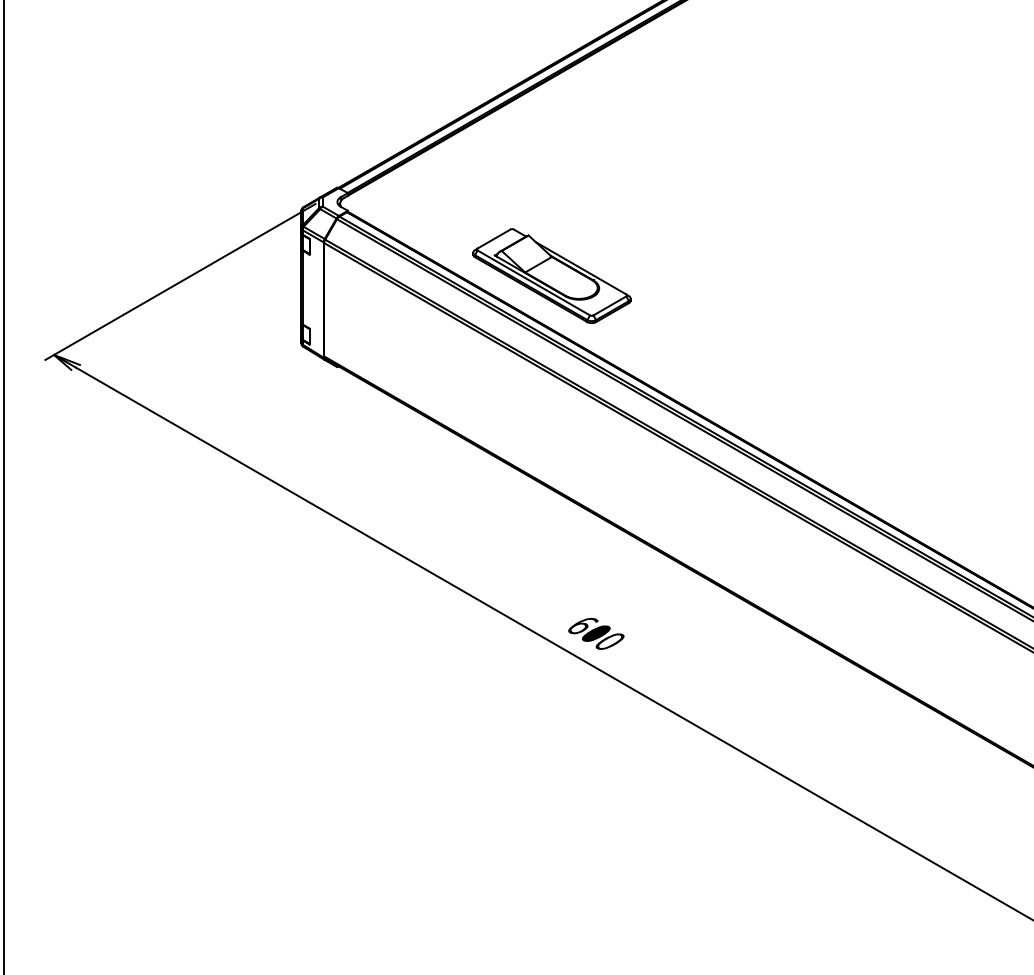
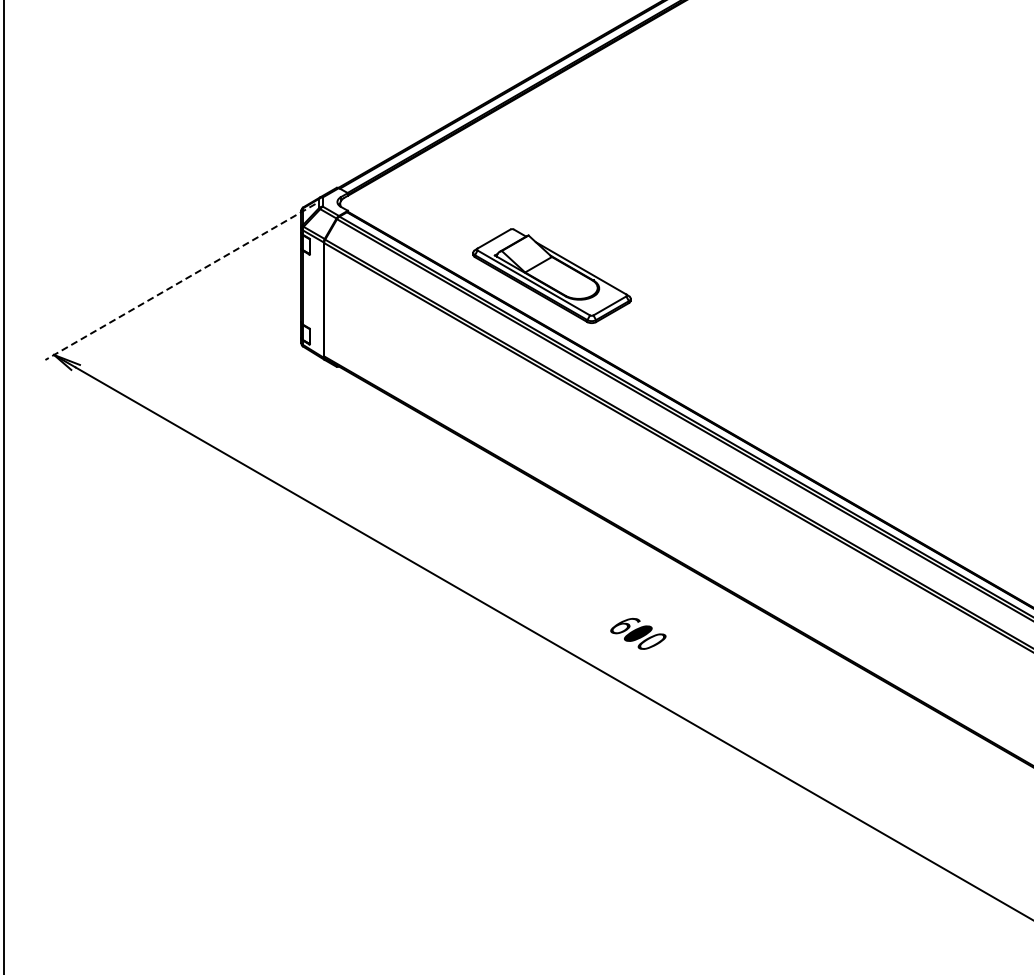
line at (180, 282): solid -> dashed
text at (596, 633) position: (596, 633) -> (638, 633)
